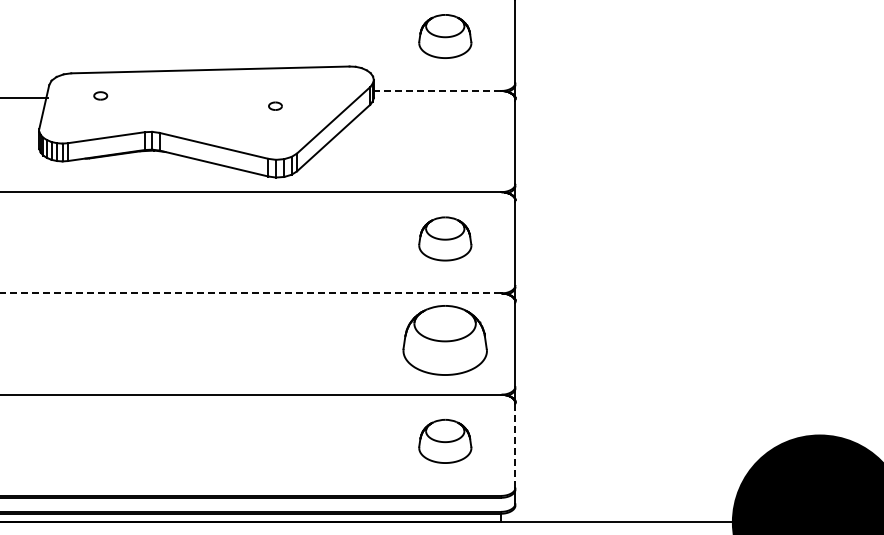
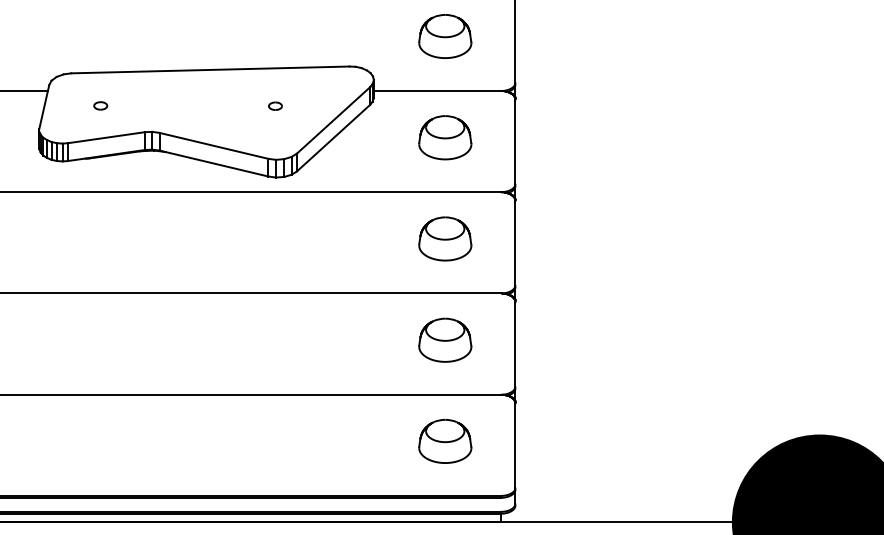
line at (437, 91): dashed -> solid
part at (100, 95) position: (100, 95) -> (100, 105)
line at (24, 98) position: (24, 98) -> (24, 91)
part at (445, 137): none -> present
line at (250, 293): dashed -> solid
part at (444, 340) size: 86x71 px -> 55x46 px
line at (515, 446): dashed -> solid
